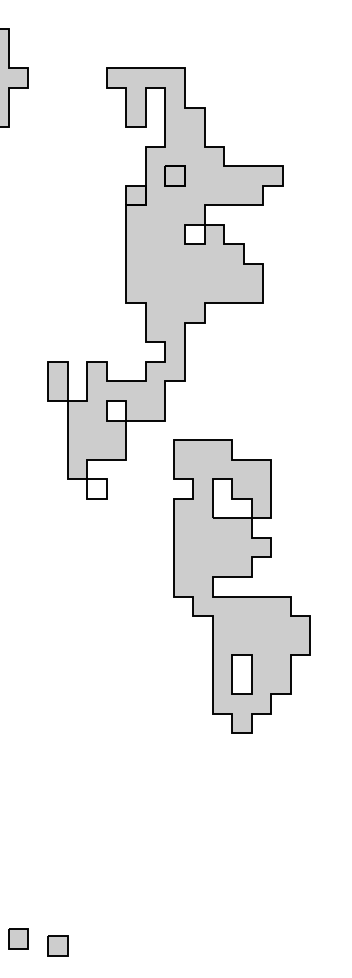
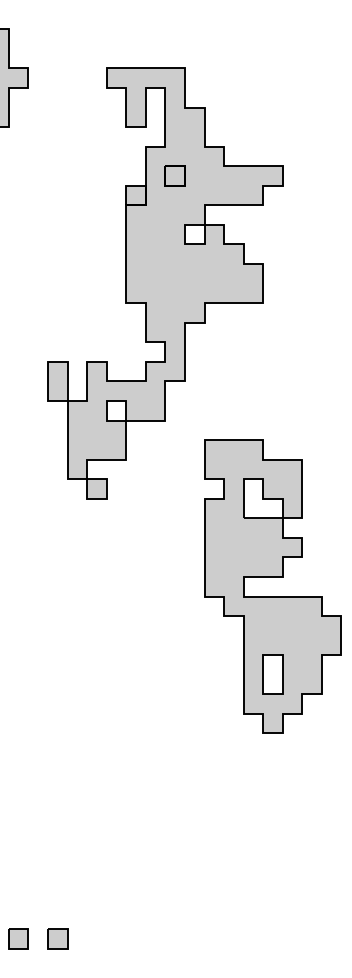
fill at (96, 488): none -> present
part at (241, 577) position: (241, 577) -> (272, 577)
part at (57, 945) position: (57, 945) -> (57, 938)
